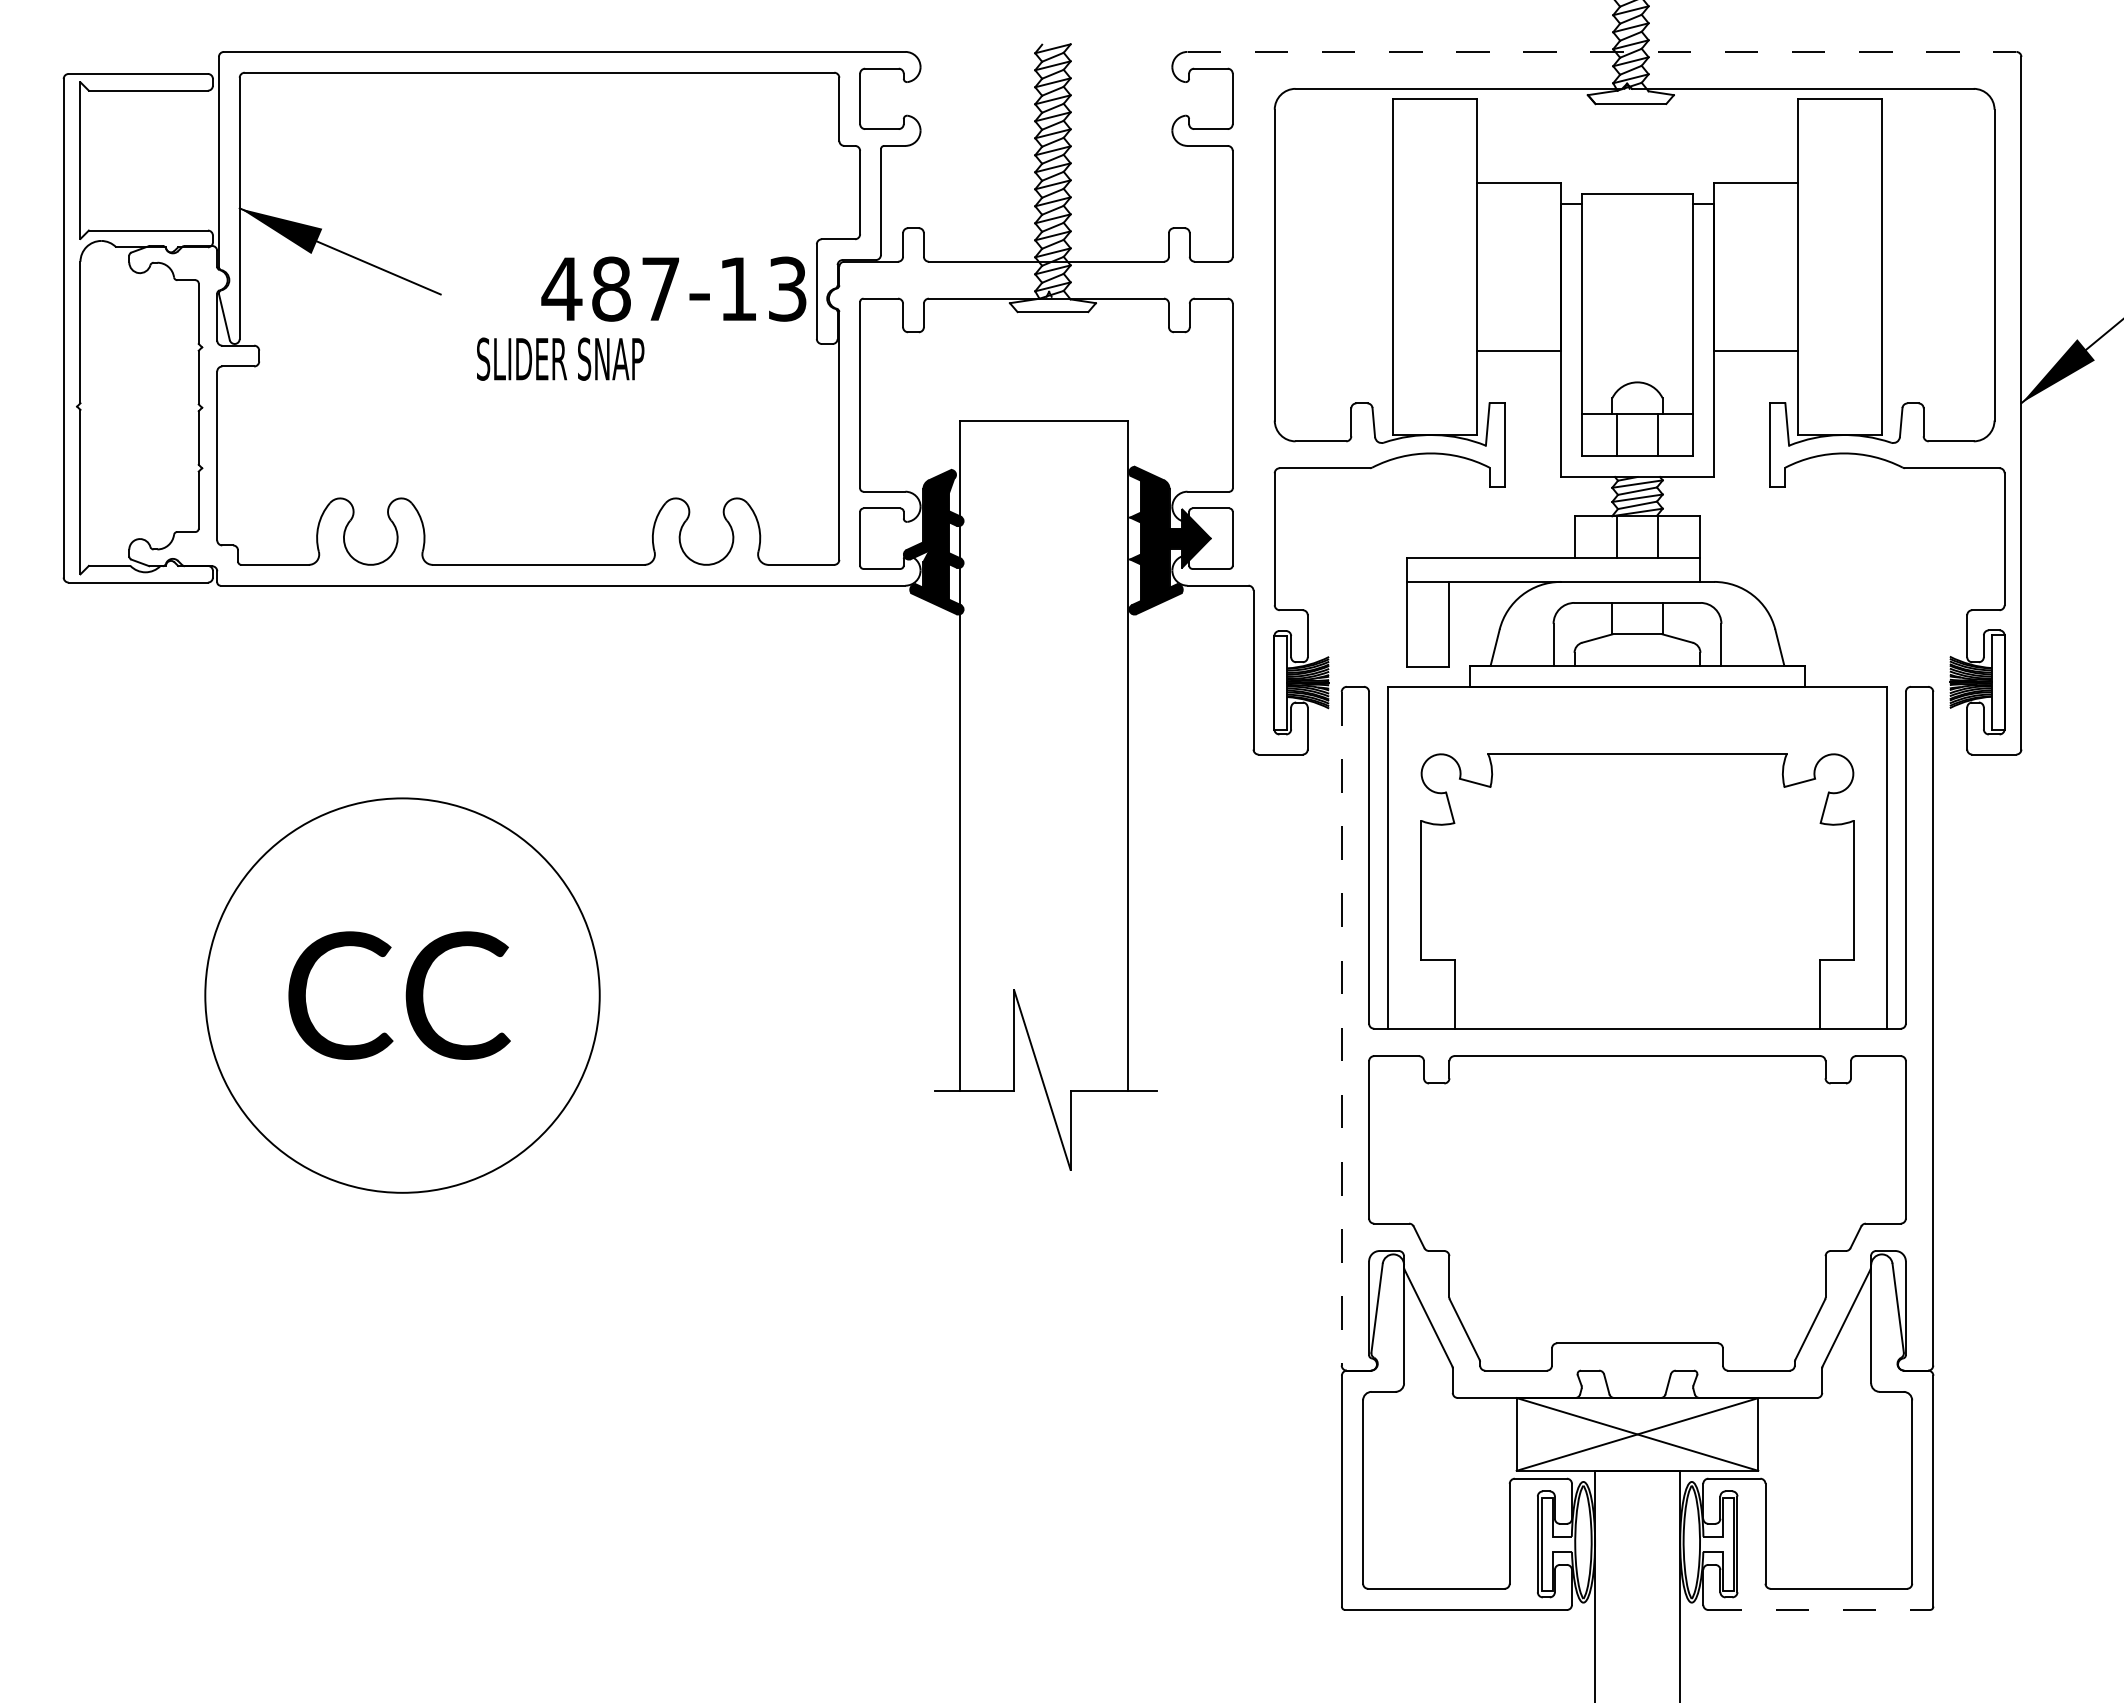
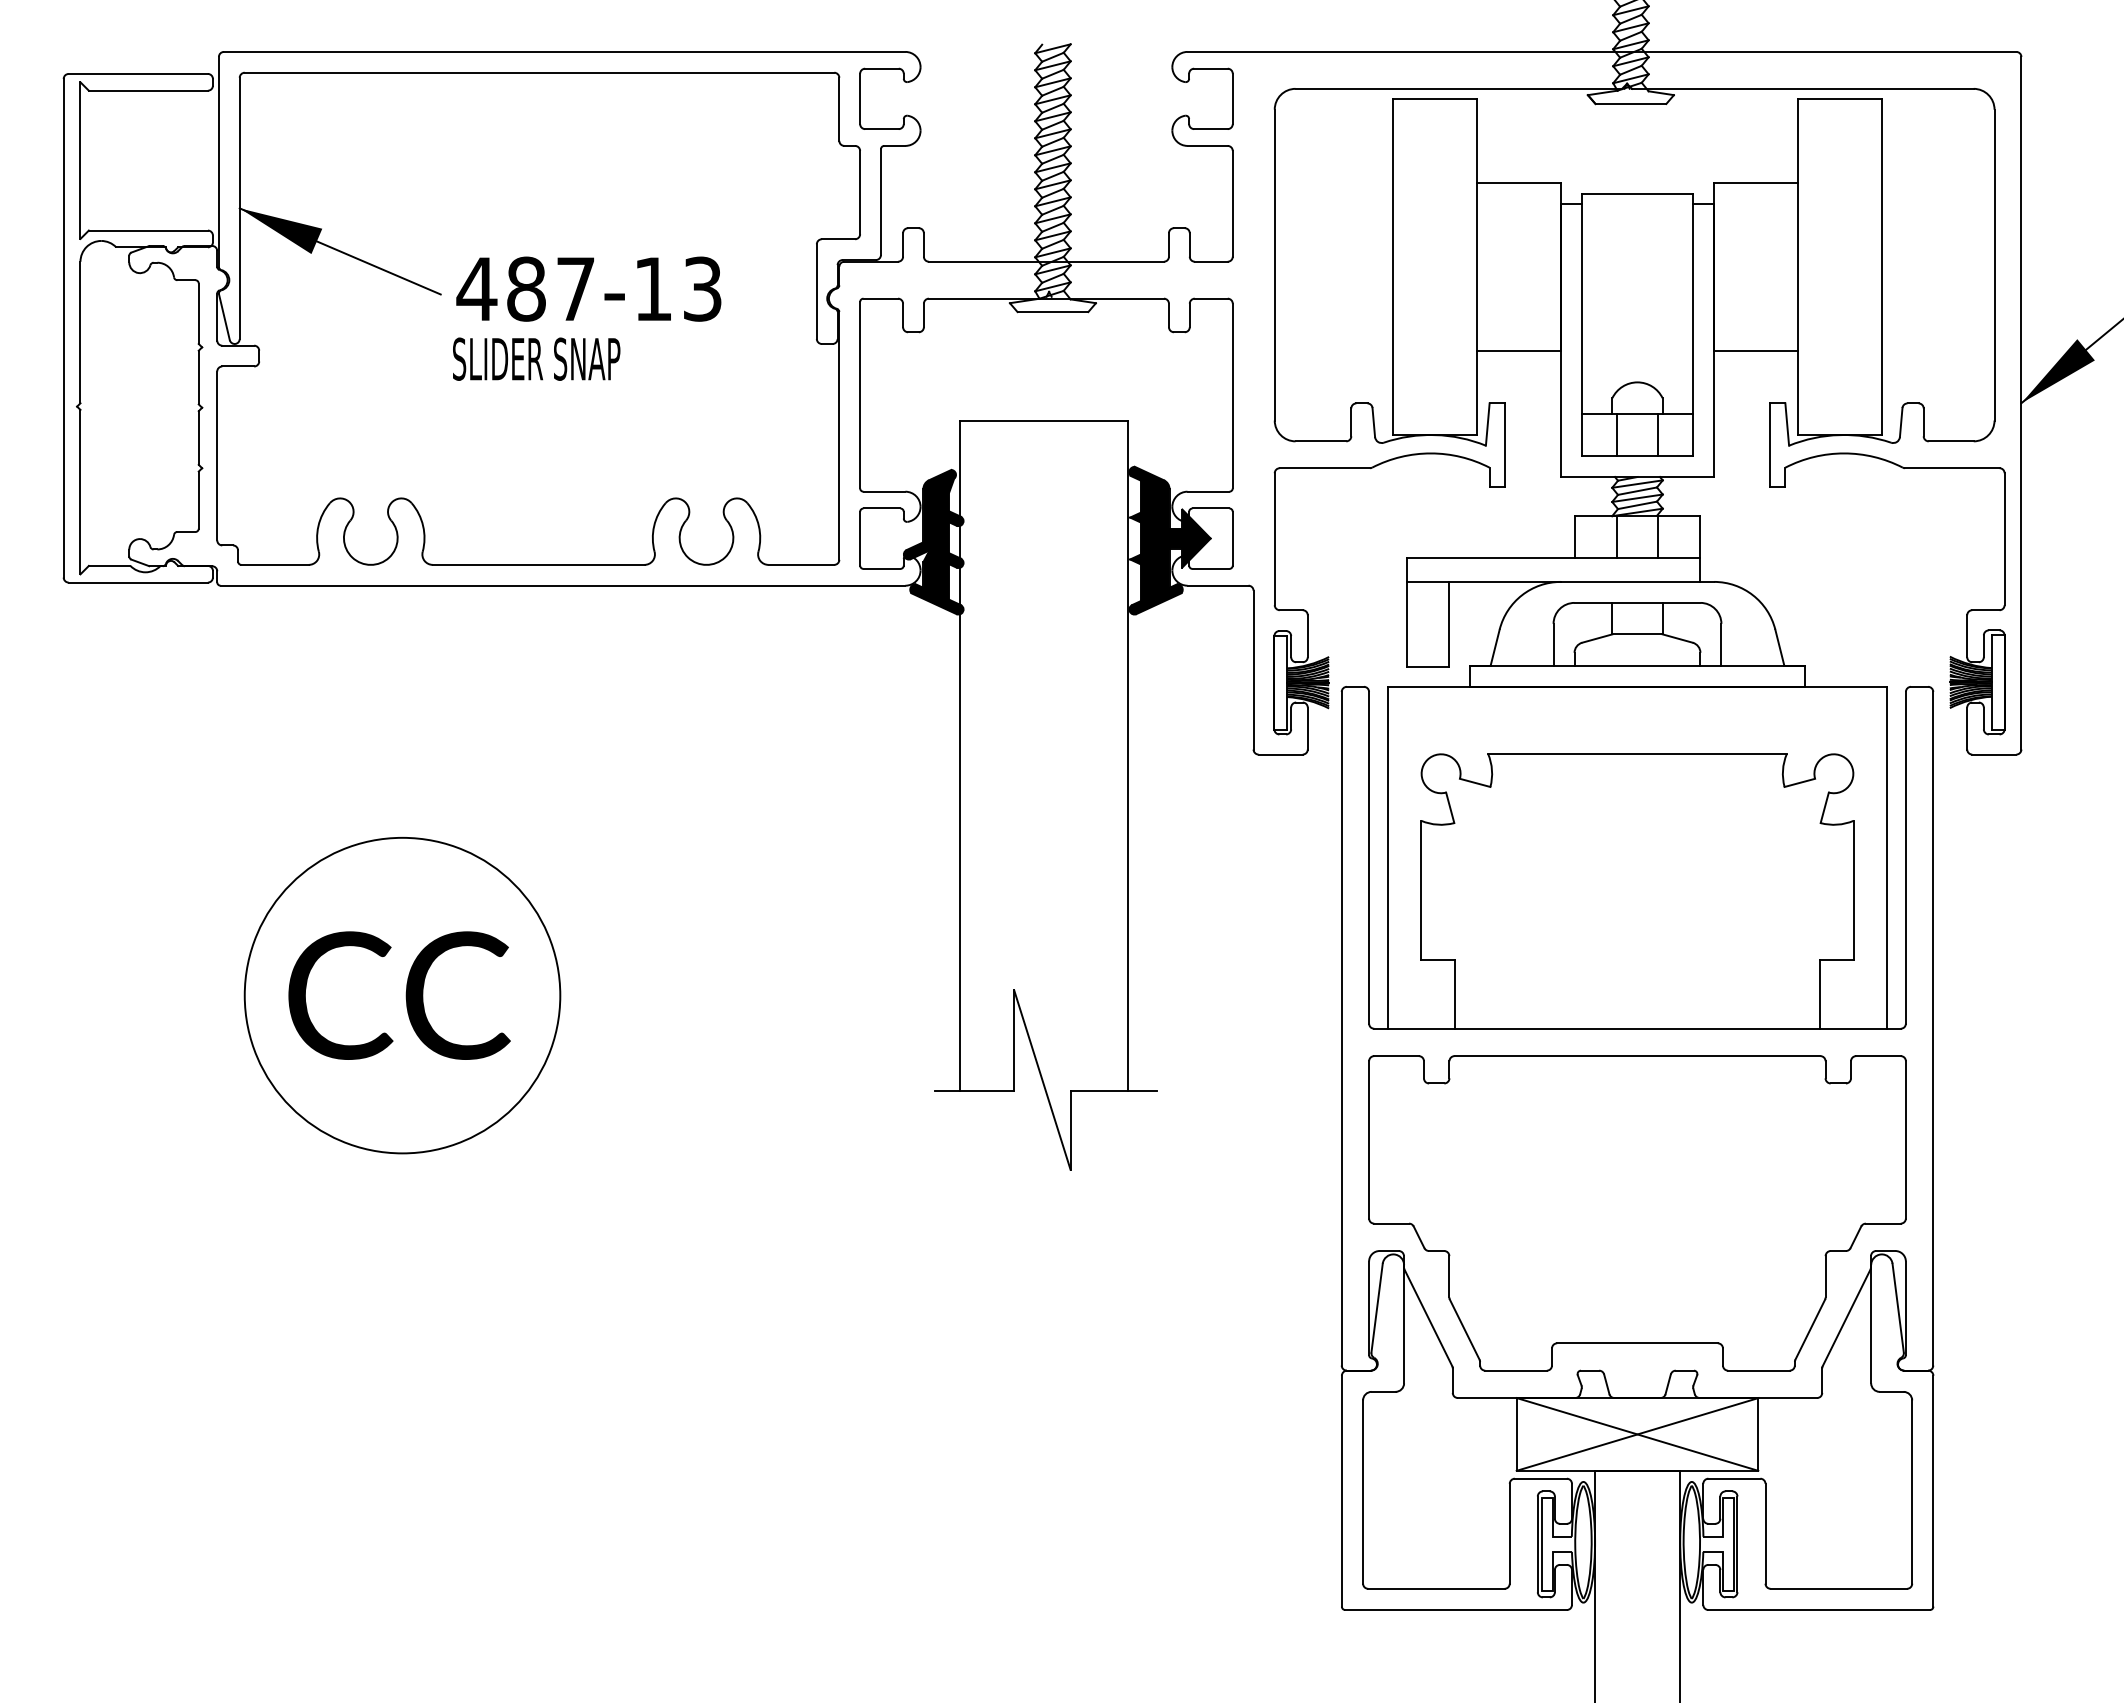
line at (1602, 51): dashed -> solid
text at (673, 288) position: (673, 288) -> (588, 288)
text at (560, 358) position: (560, 358) -> (536, 358)
circle at (402, 995) diameter: 394 px -> 316 px
line at (1341, 1028): dashed -> solid
line at (1819, 1610): dashed -> solid
